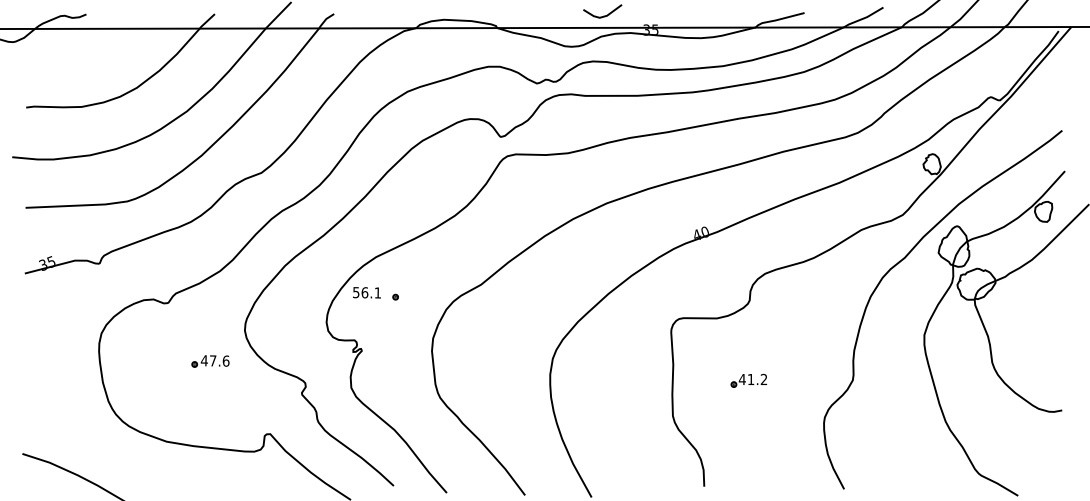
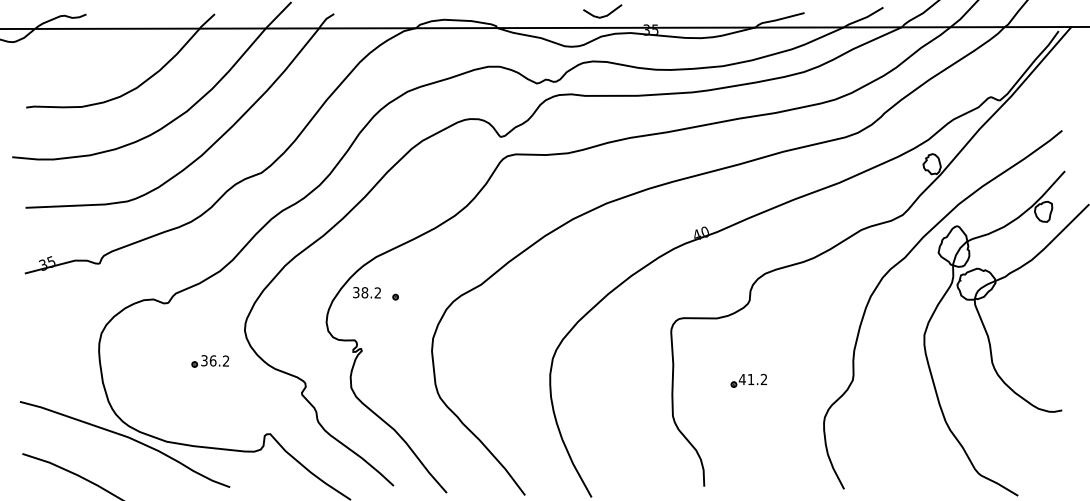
text at (366, 292): 56.1 -> 38.2
text at (214, 360): 47.6 -> 36.2
curve at (125, 437): none -> present
